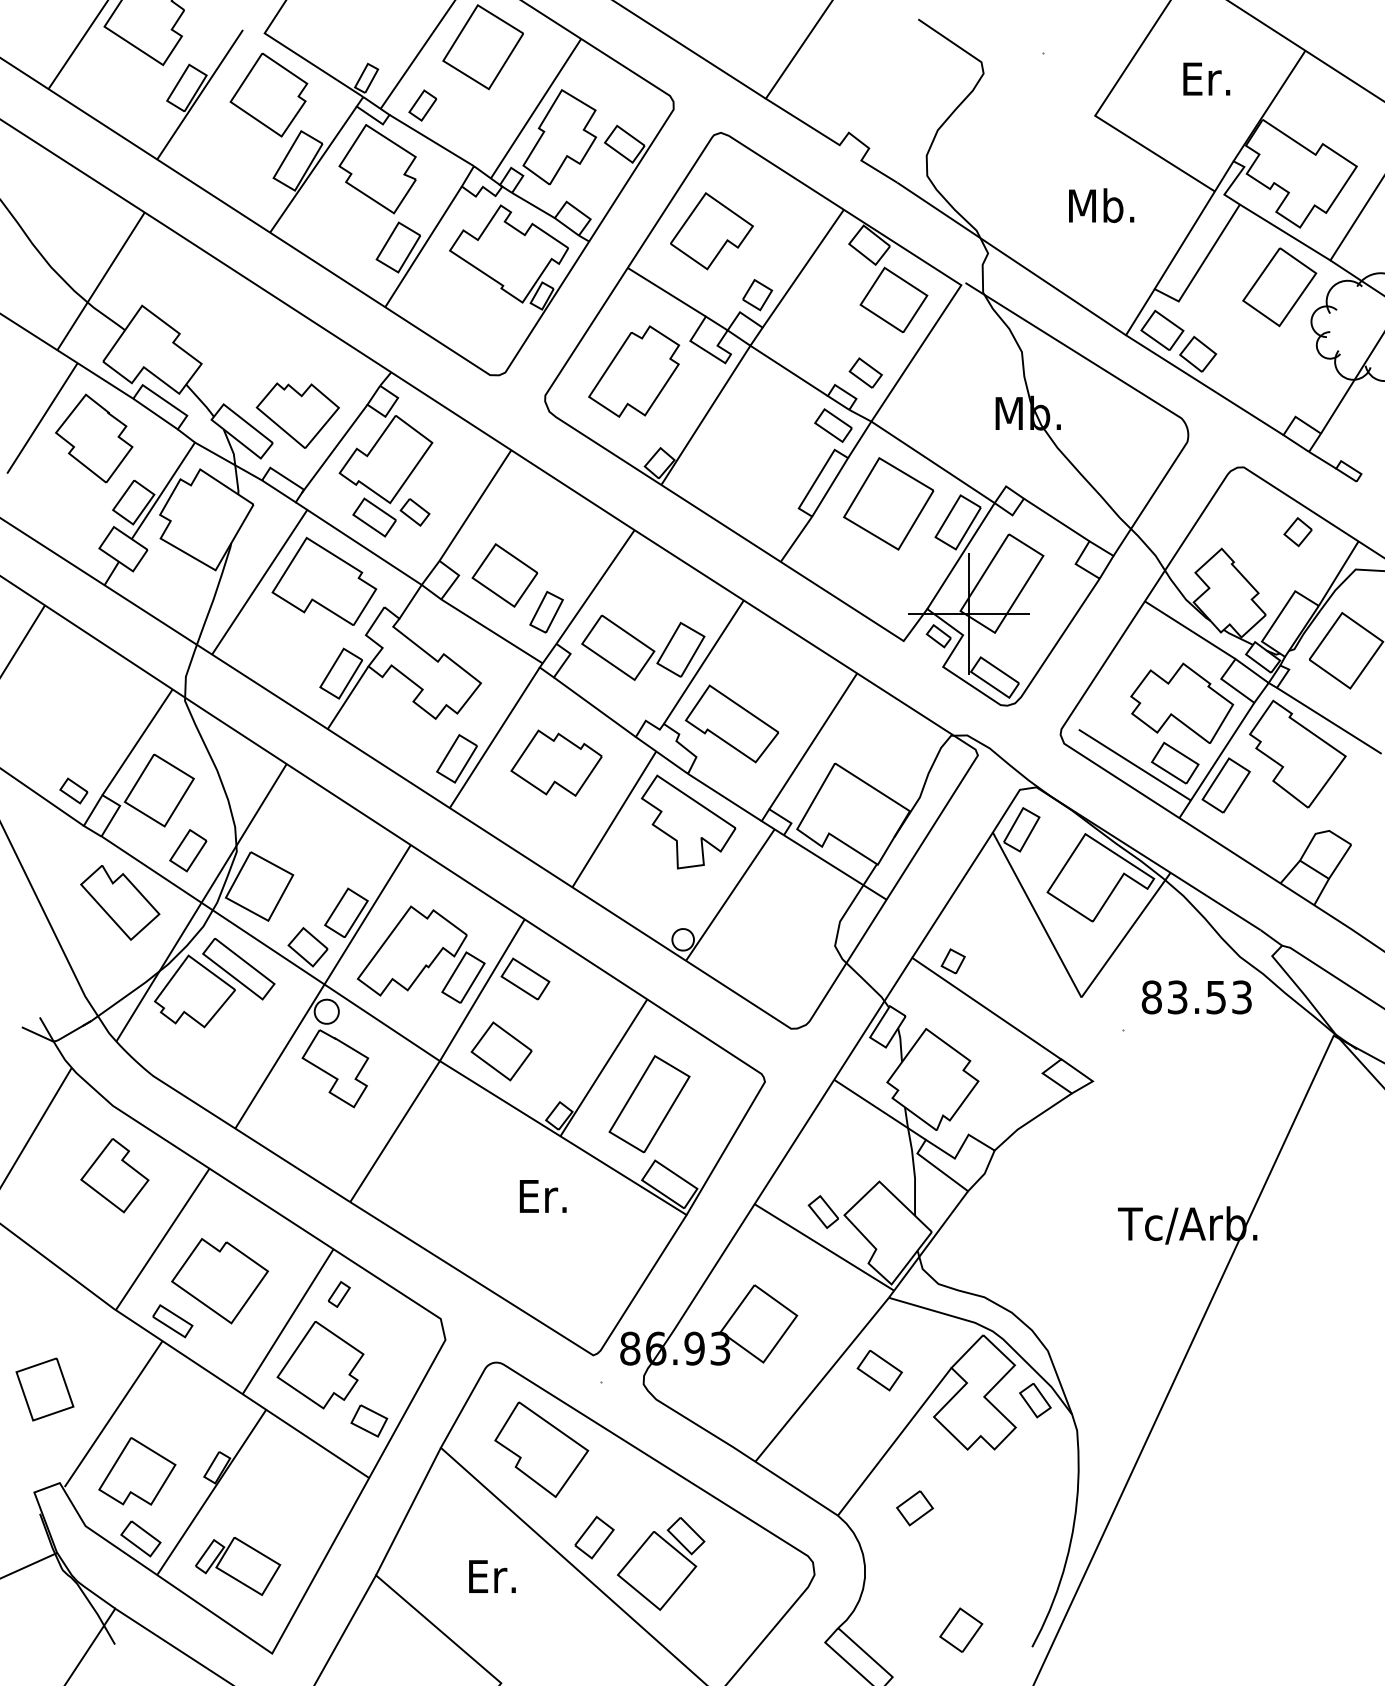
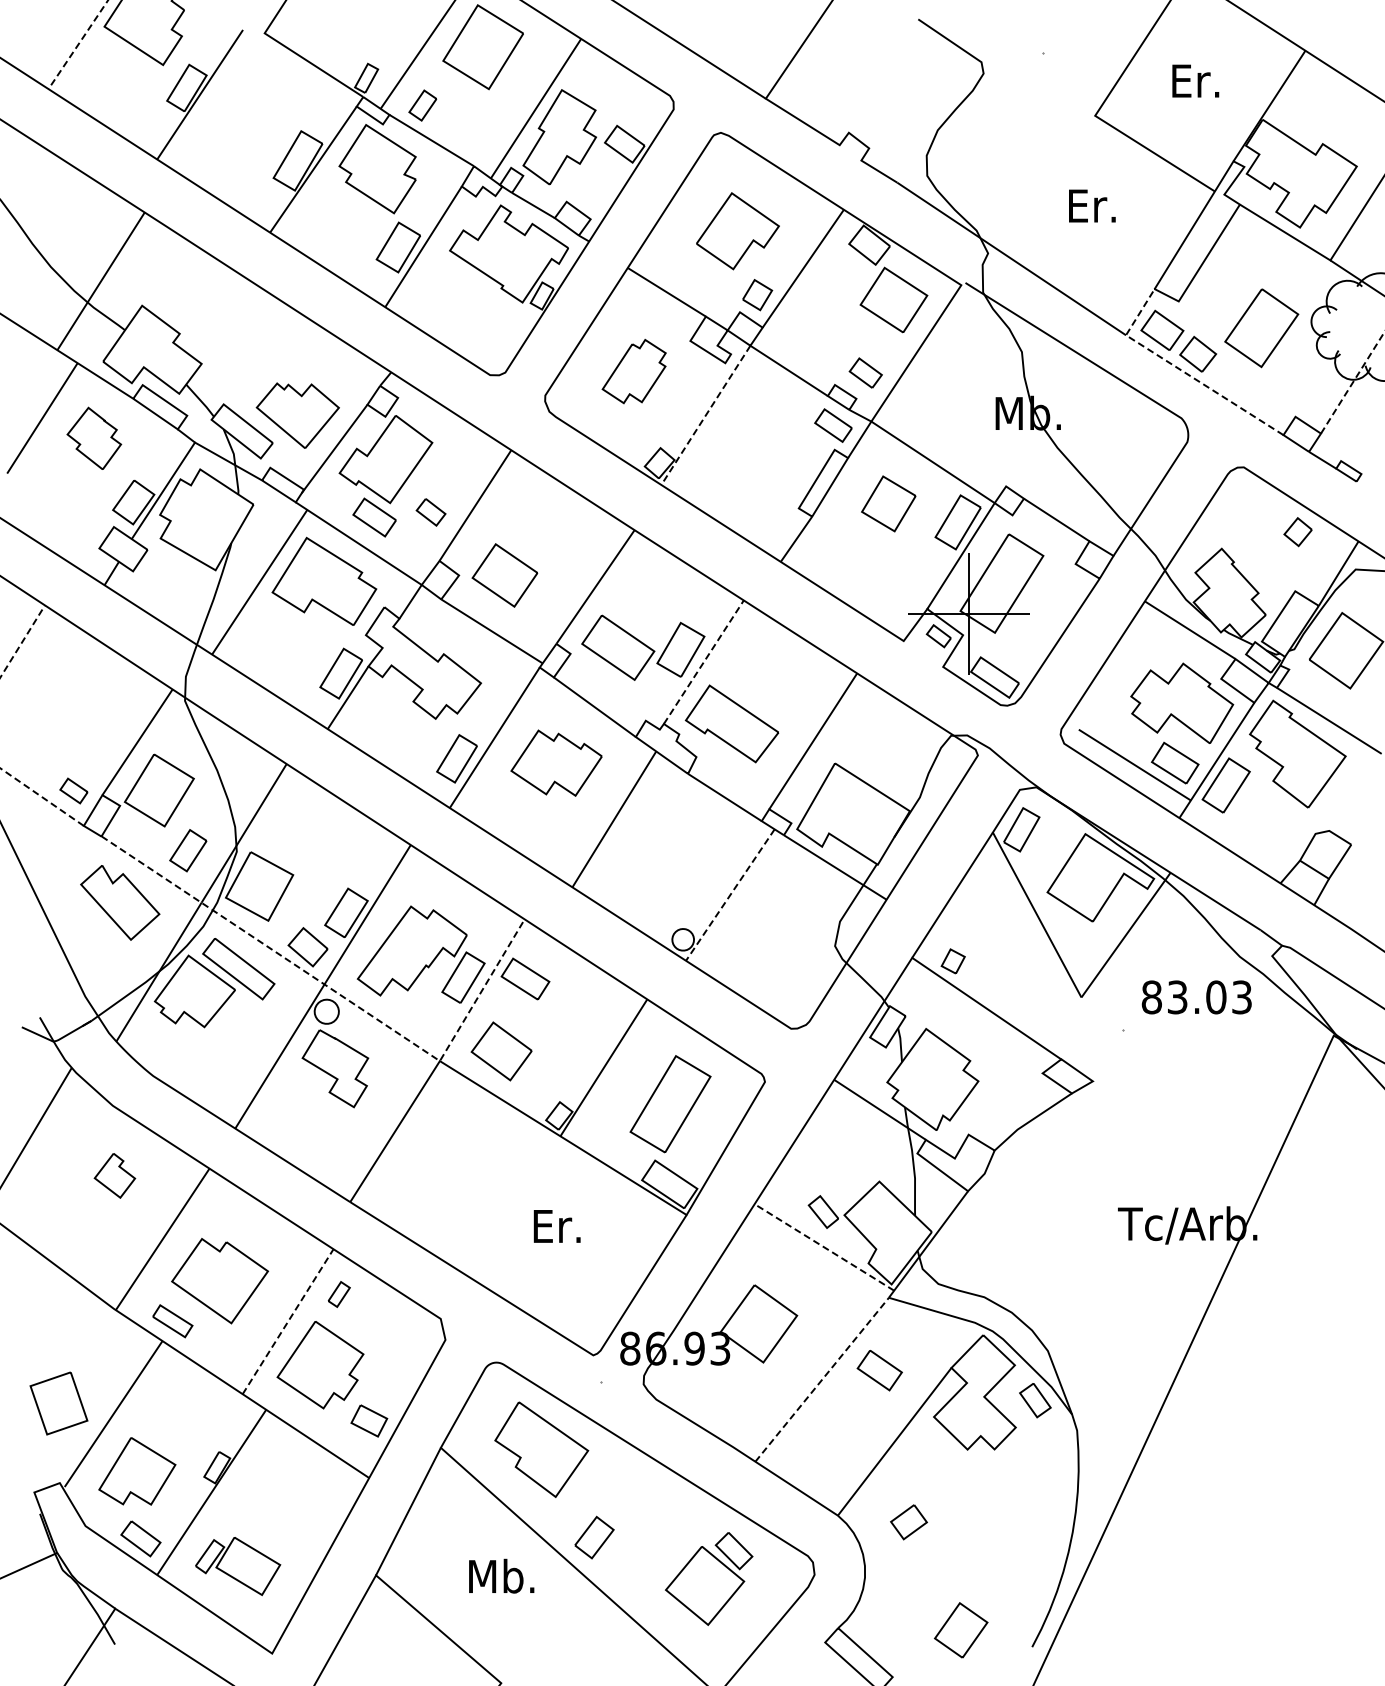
line at (78, 45): solid -> dashed
text at (1206, 78) position: (1206, 78) -> (1195, 80)
part at (268, 95): present -> none
text at (1103, 205): Mb. -> Er.
part at (711, 231) position: (711, 231) -> (737, 231)
part at (1279, 287) position: (1279, 287) -> (1261, 328)
line at (1180, 369): solid -> dashed
part at (634, 371) size: 93x93 px -> 66x67 px
line at (1352, 382): solid -> dashed
line at (705, 415): solid -> dashed
part at (94, 438) size: 79x91 px -> 57x64 px
part at (888, 503) size: 92x94 px -> 56x58 px
part at (414, 512) position: (414, 512) -> (430, 512)
part at (546, 612): present -> none
line at (703, 662): solid -> dashed
line at (6, 772): solid -> dashed
part at (688, 821): present -> none
line at (730, 895): solid -> dashed
line at (340, 994): solid -> dashed
text at (1216, 997): 83.53 -> 83.03
part at (649, 1104) position: (649, 1104) -> (670, 1104)
part at (114, 1175) size: 70x76 px -> 44x46 px
text at (542, 1196) position: (542, 1196) -> (556, 1226)
line at (823, 1247): solid -> dashed
line at (288, 1321): solid -> dashed
line at (822, 1379): solid -> dashed
part at (44, 1389) position: (44, 1389) -> (58, 1403)
part at (914, 1508) position: (914, 1508) -> (908, 1522)
part at (661, 1563) position: (661, 1563) -> (709, 1578)
text at (503, 1575): Er. -> Mb.
part at (961, 1629) size: 45x46 px -> 55x57 px
